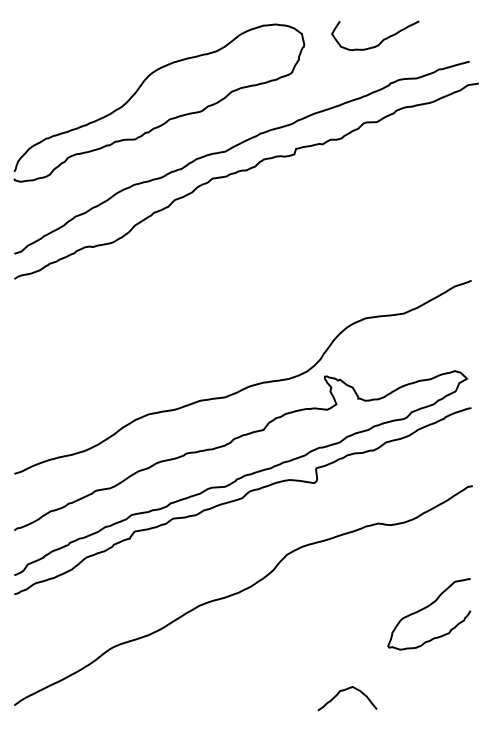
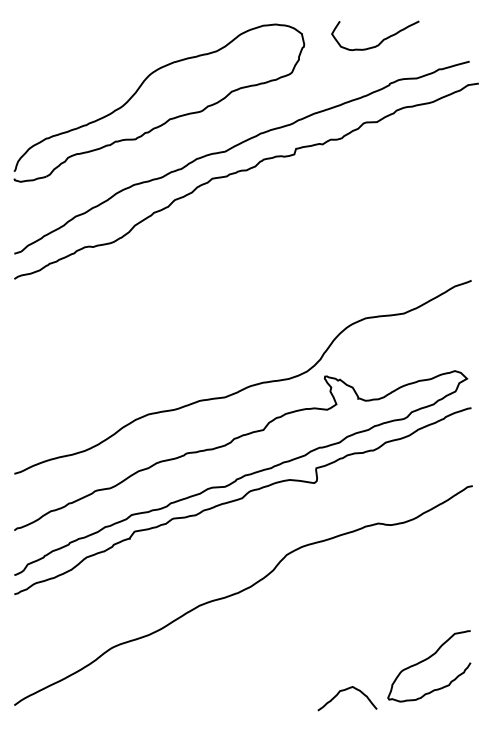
curve at (426, 608) position: (426, 608) -> (426, 660)
